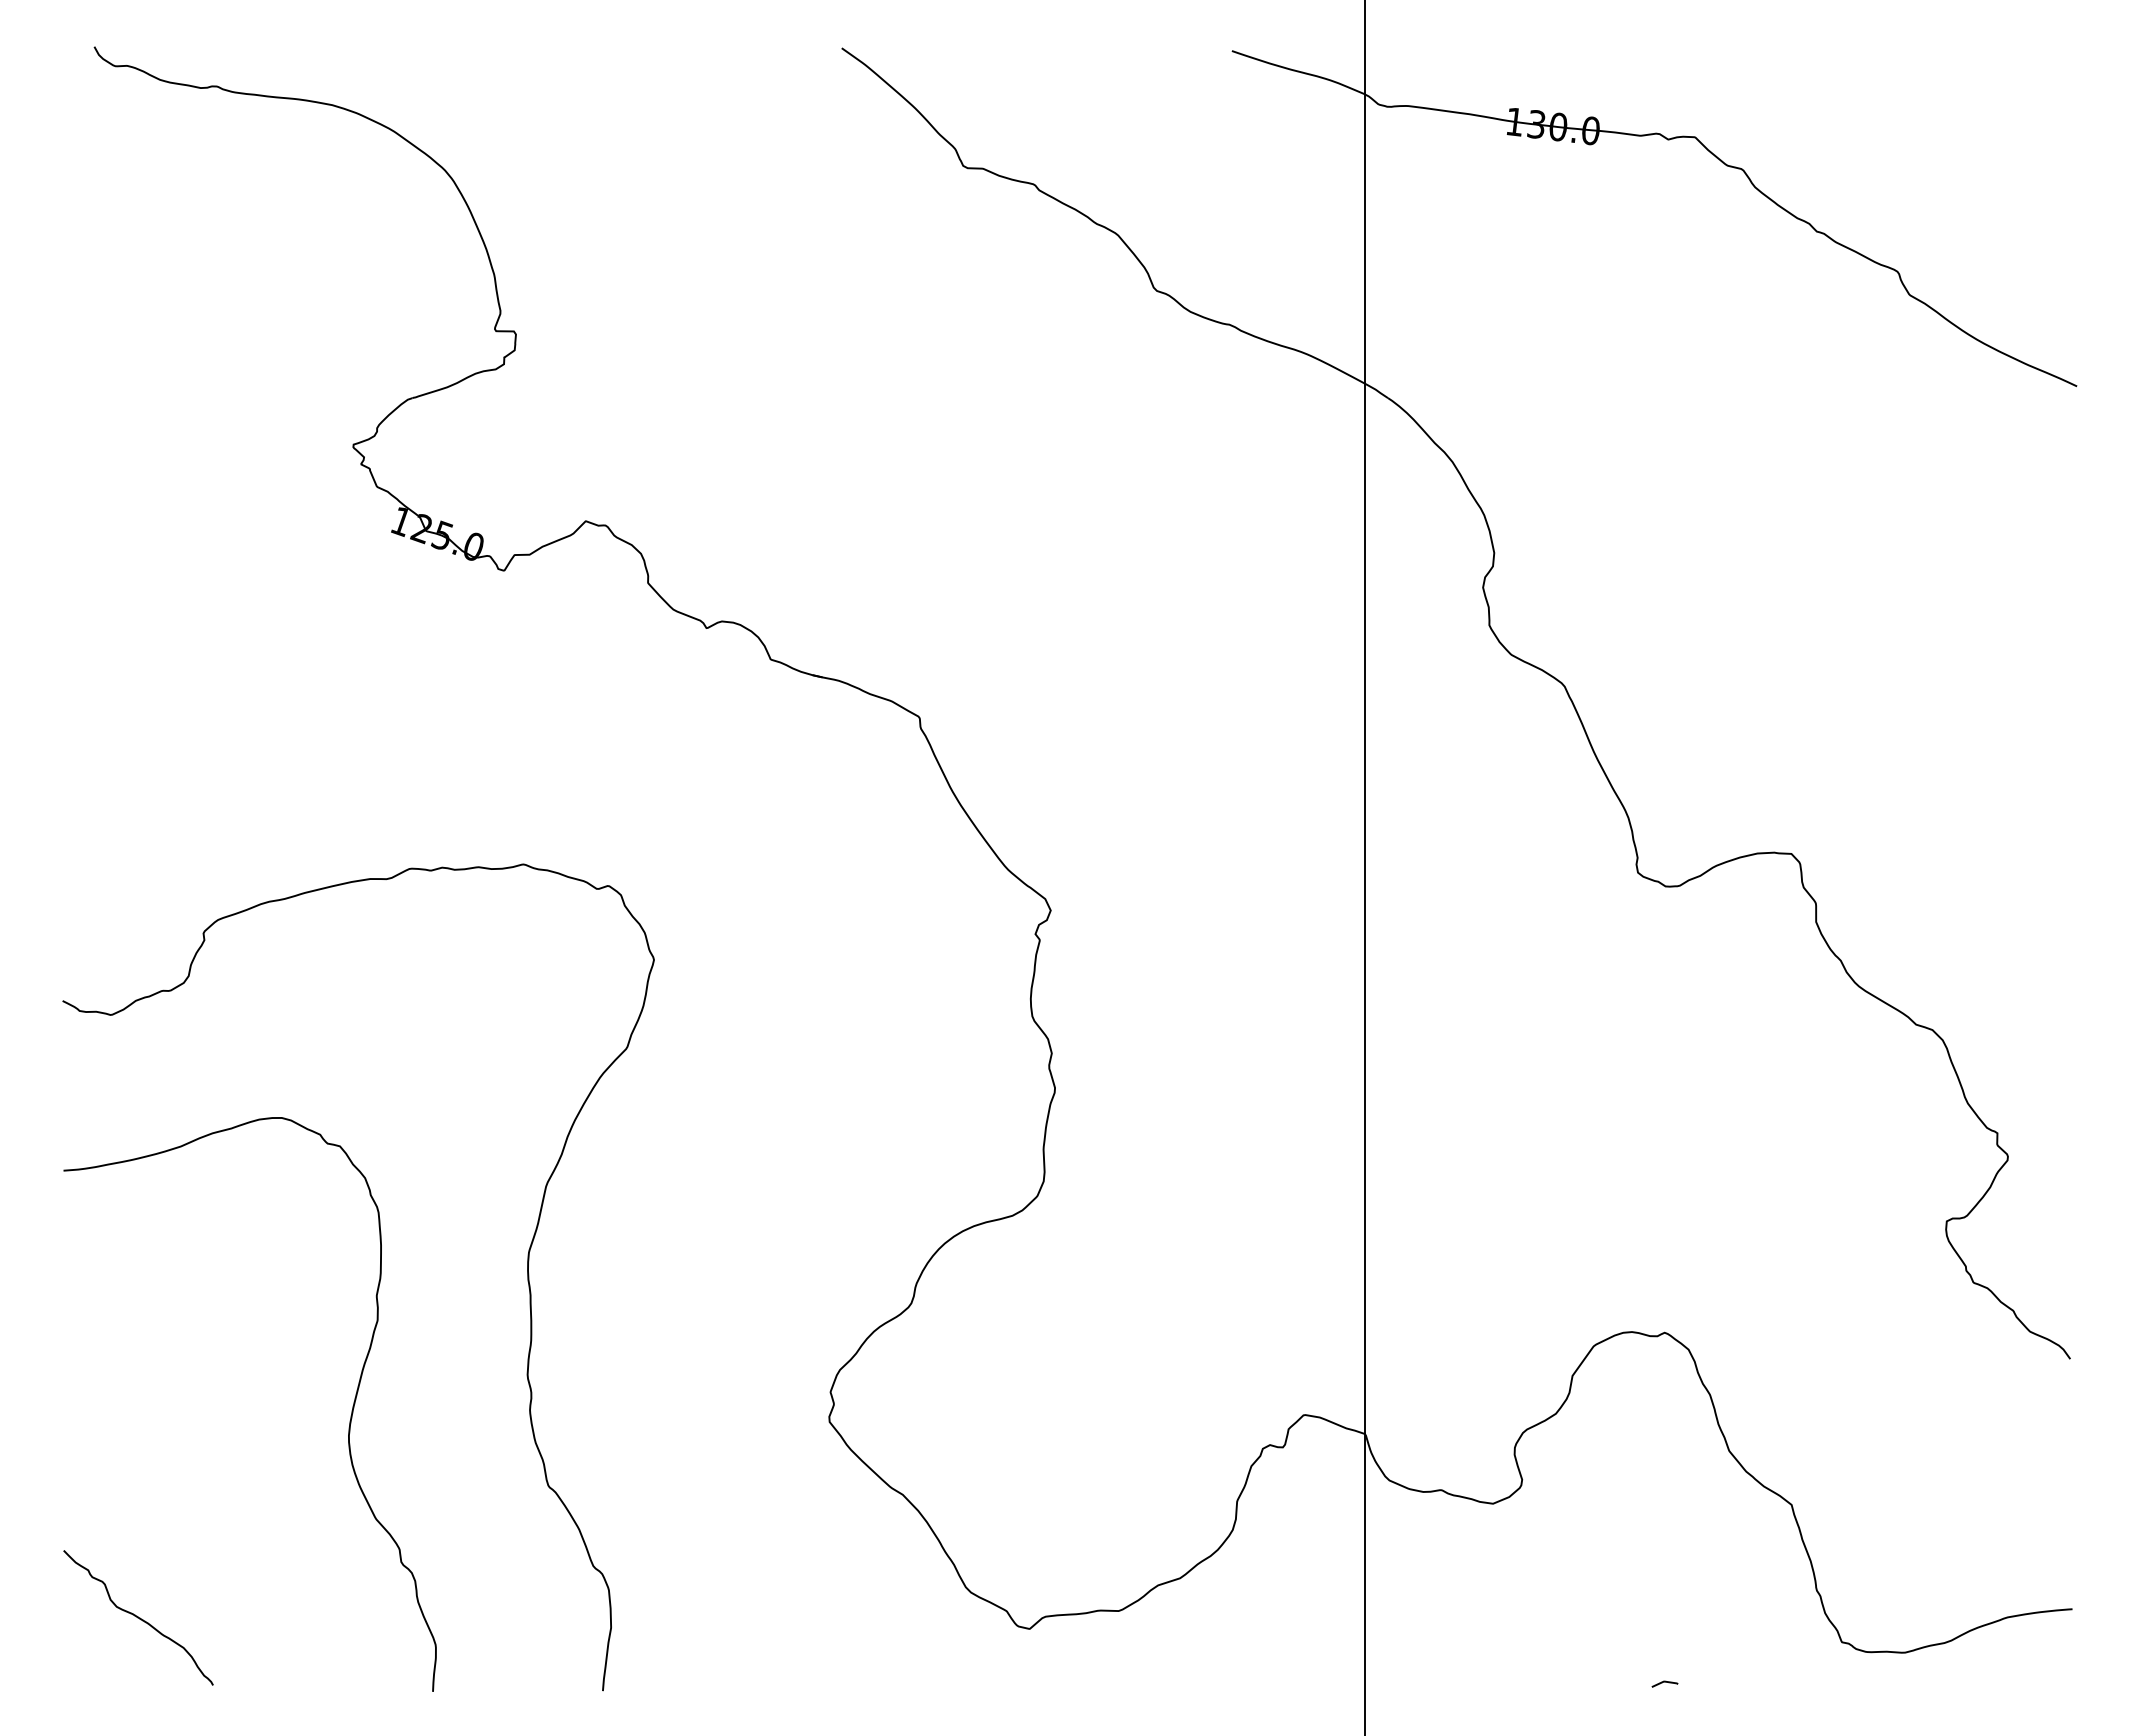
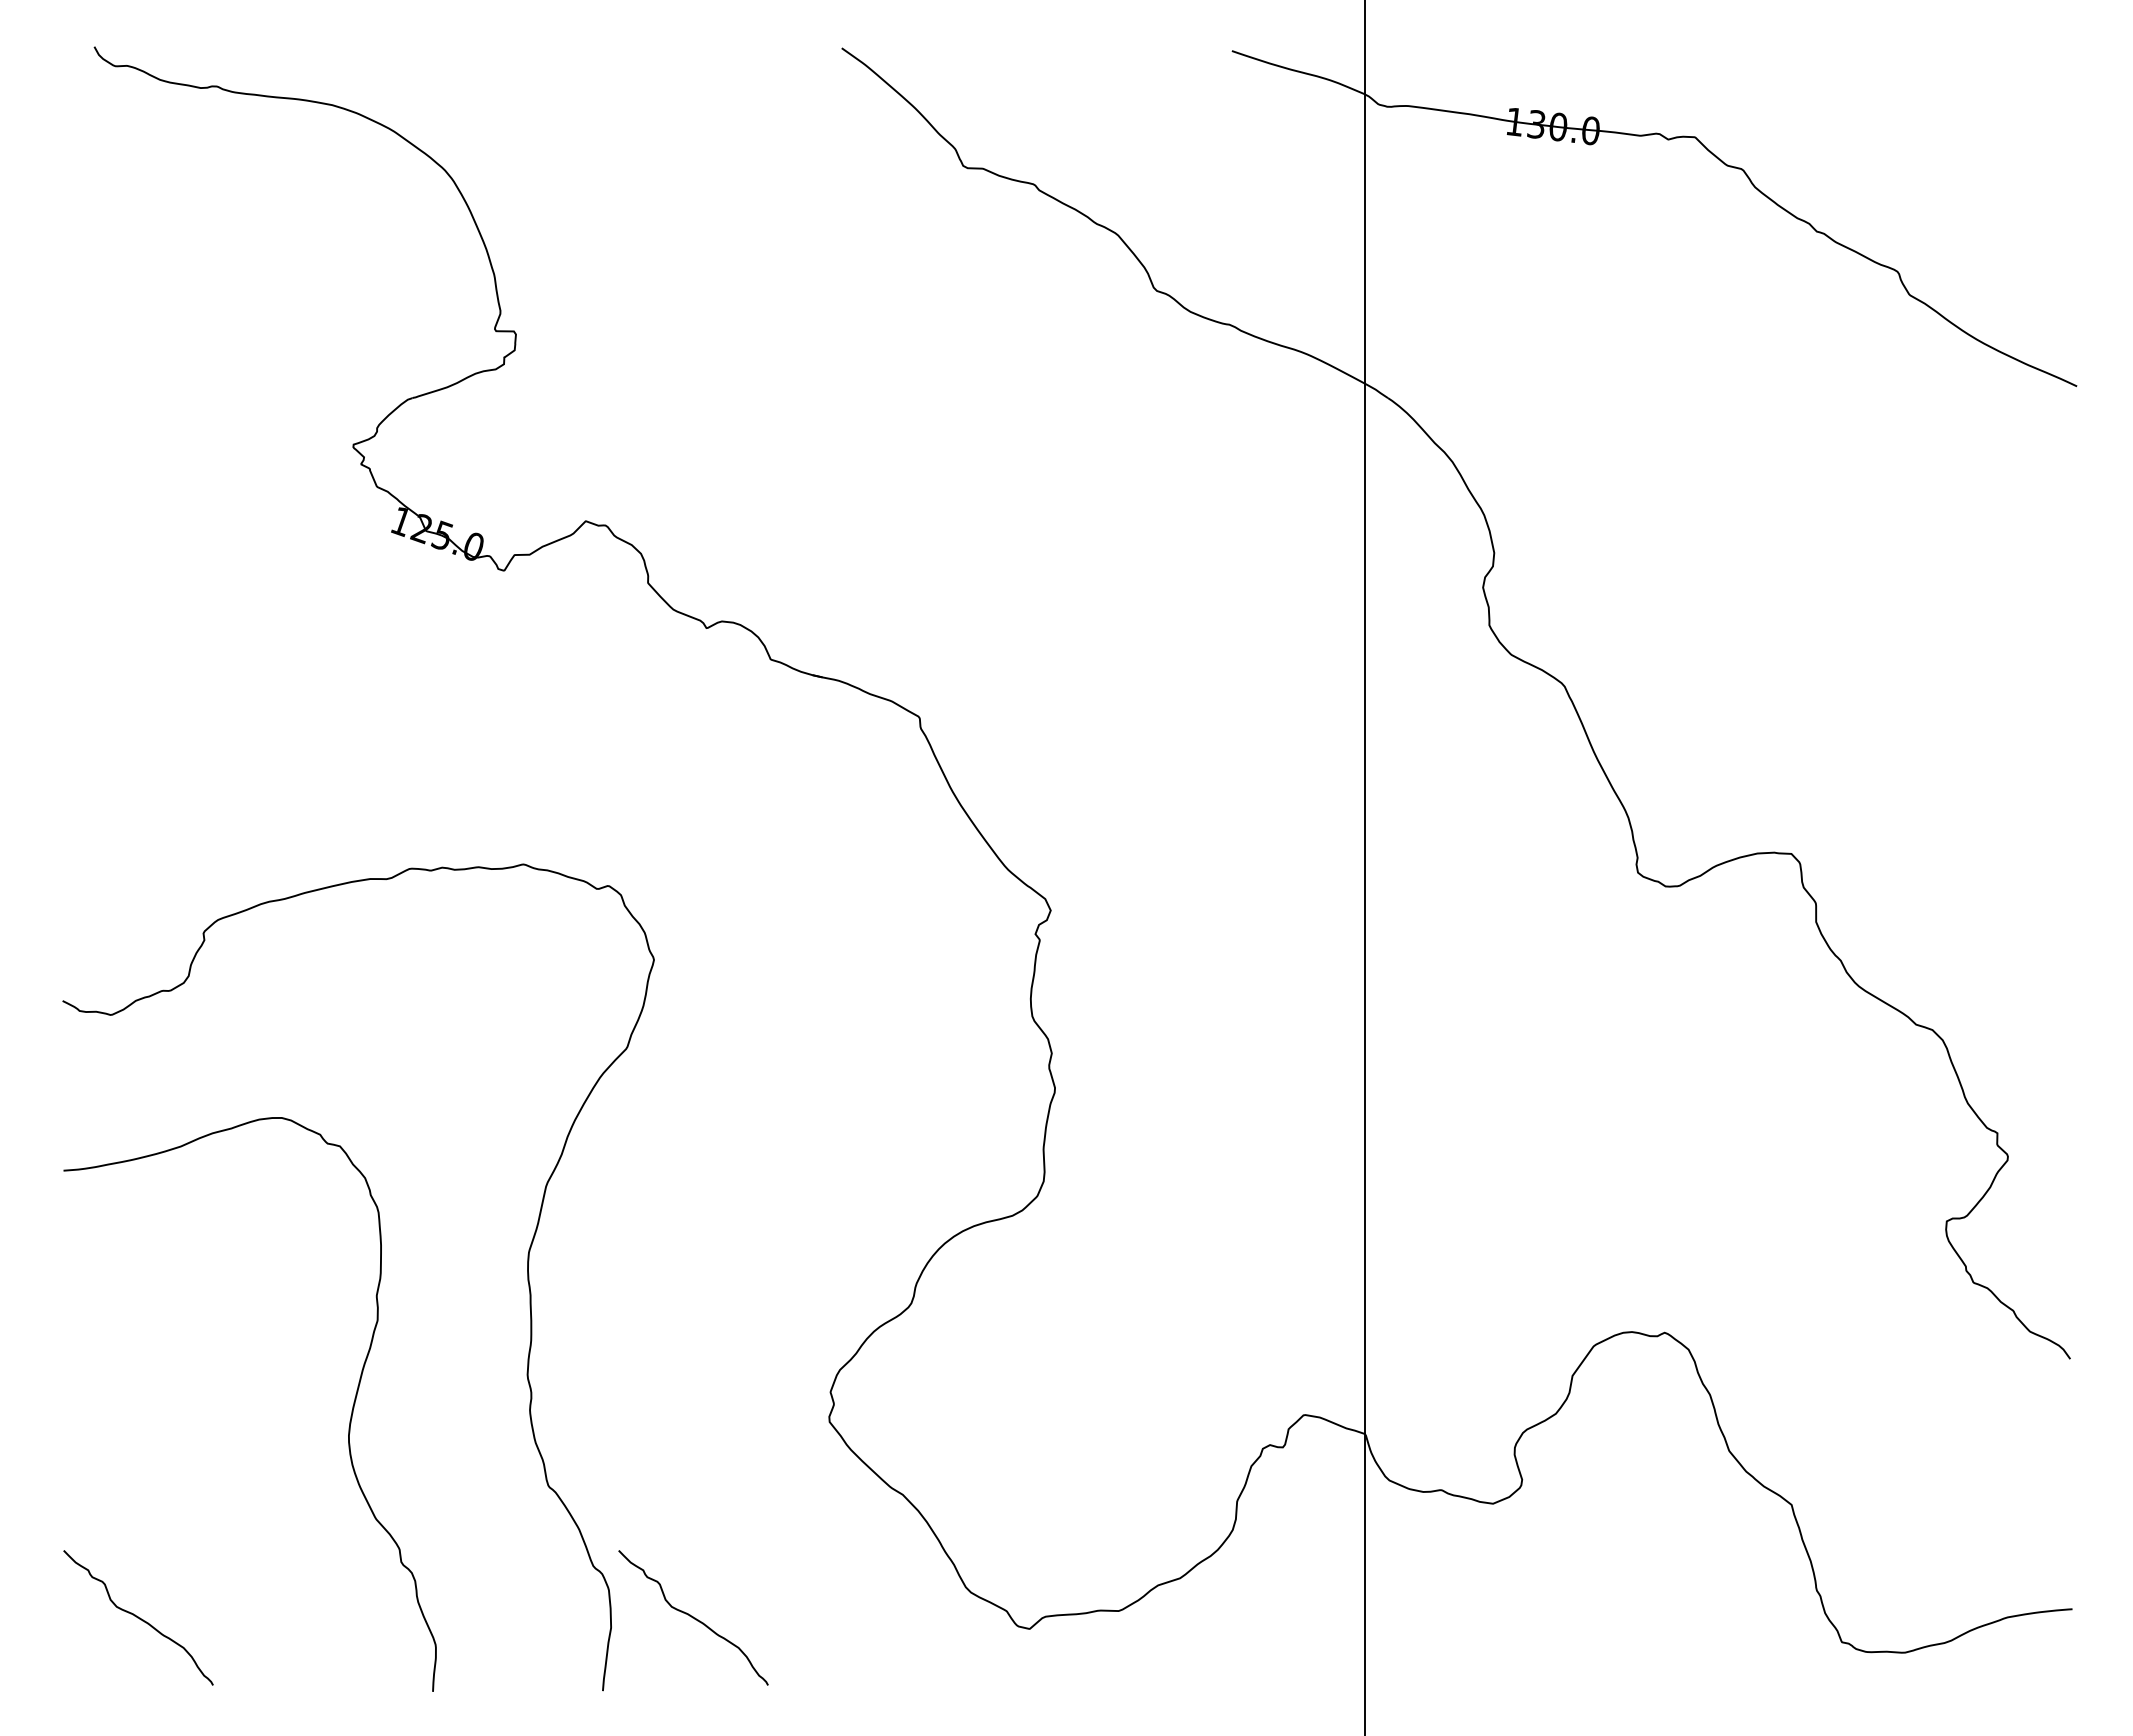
curve at (693, 1617): none -> present
curve at (1664, 1682): present -> none
